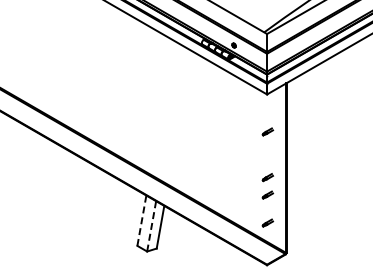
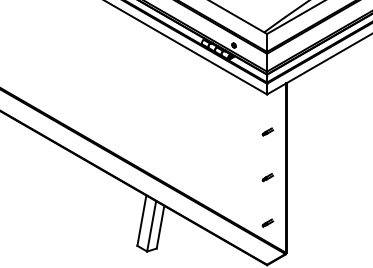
part at (267, 194): present -> none
line at (141, 220): dashed -> solid
line at (151, 226): dashed -> solid
